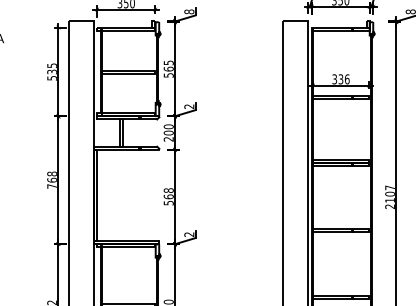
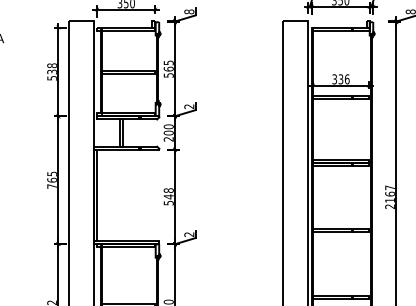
text at (51, 65): 535 -> 538
text at (51, 173): 768 -> 765
text at (389, 193): 2107 -> 2167
text at (168, 196): 568 -> 548
